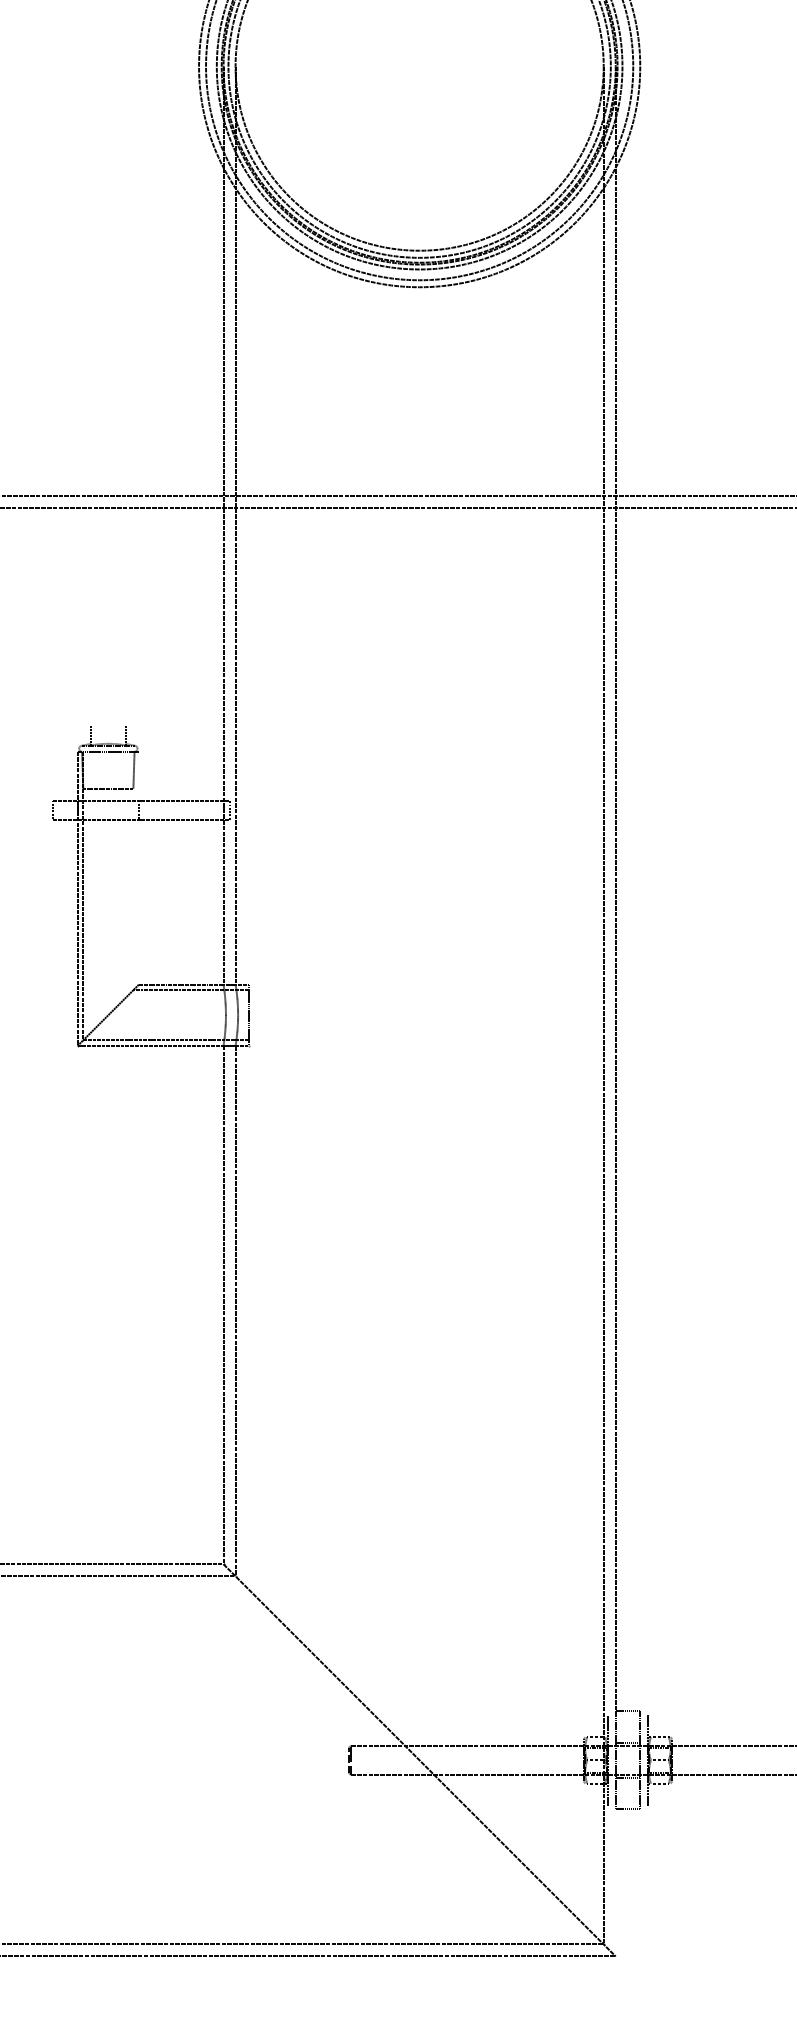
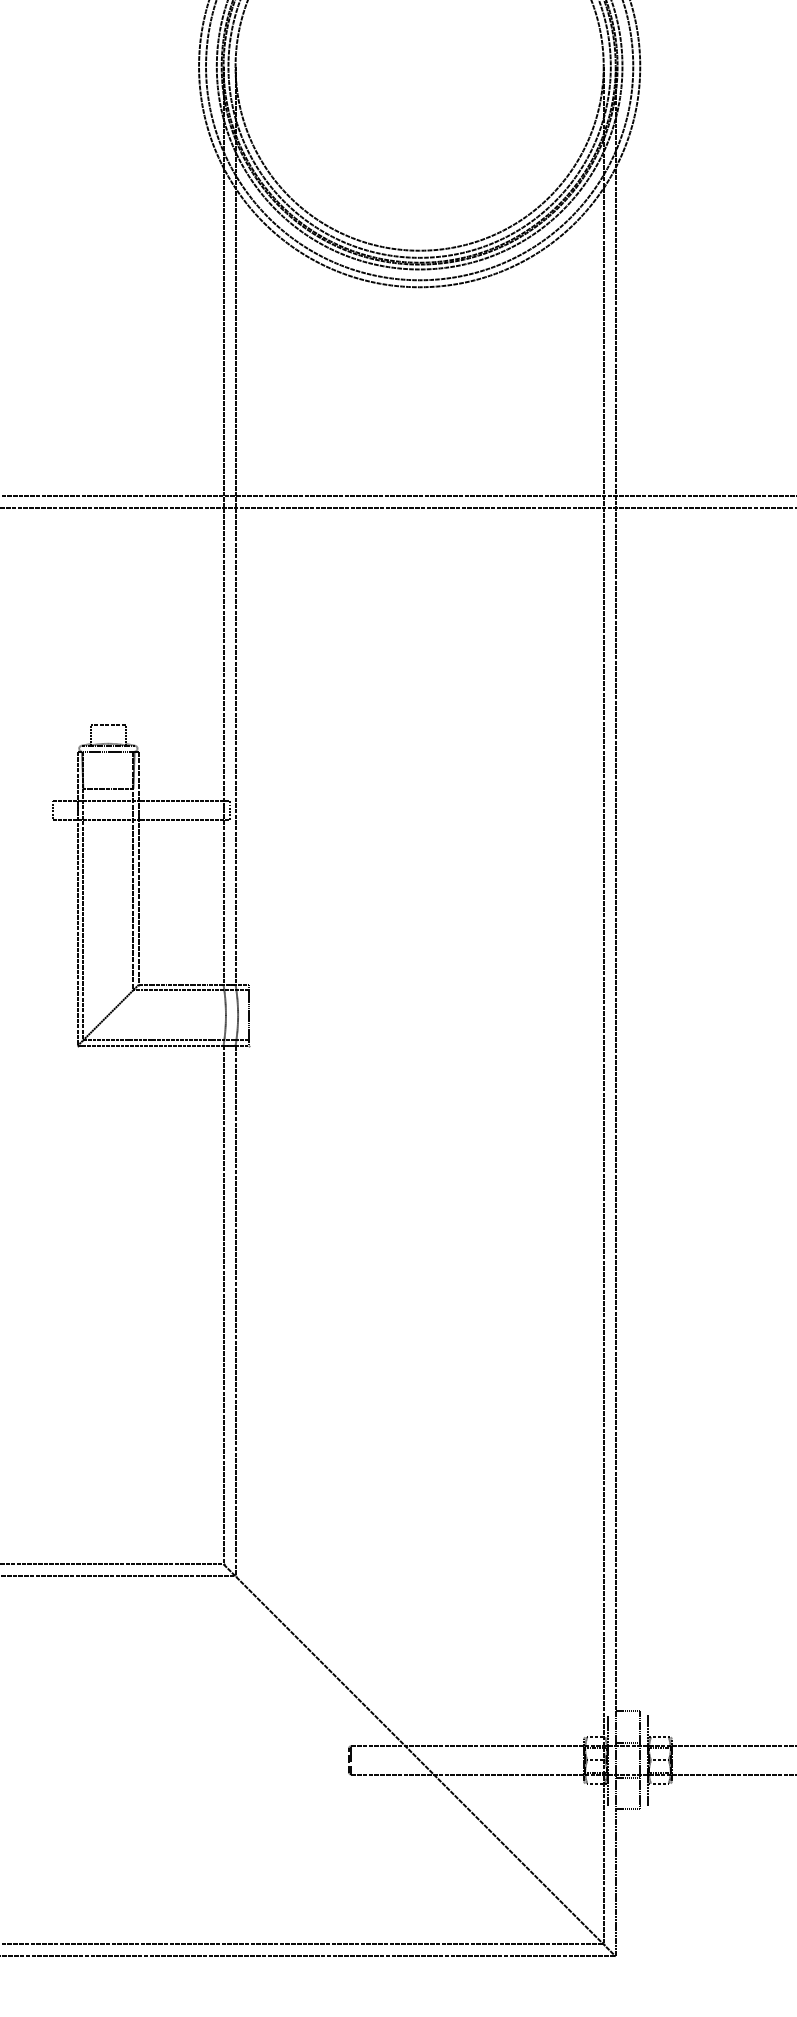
line at (108, 724): none -> present
line at (138, 867): none -> present
line at (133, 870): none -> present
line at (615, 1882): none -> present
